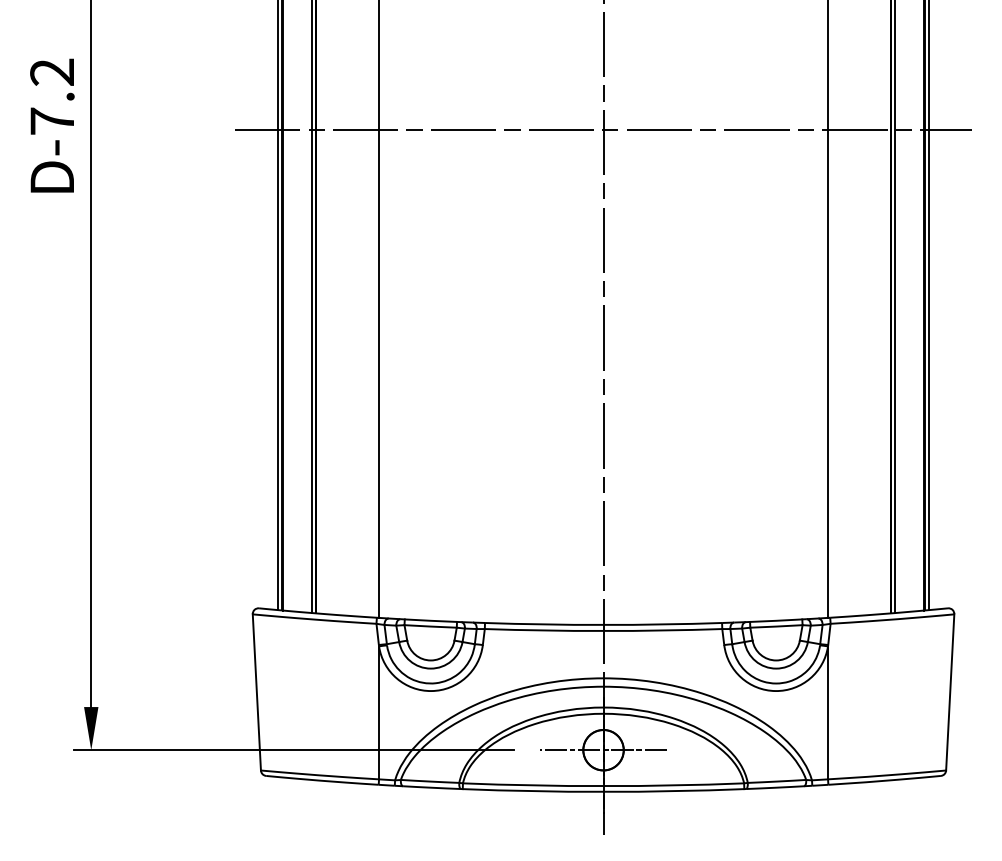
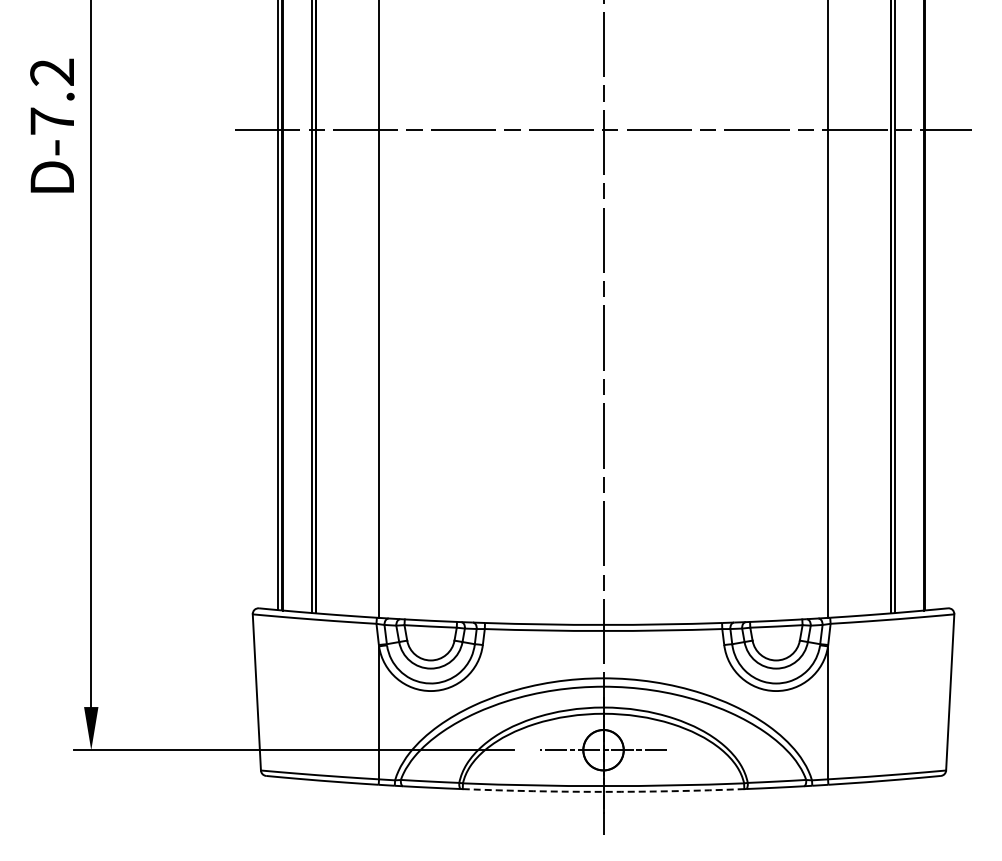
line at (928, 306): present -> none
arc at (603, 791): solid -> dashed
